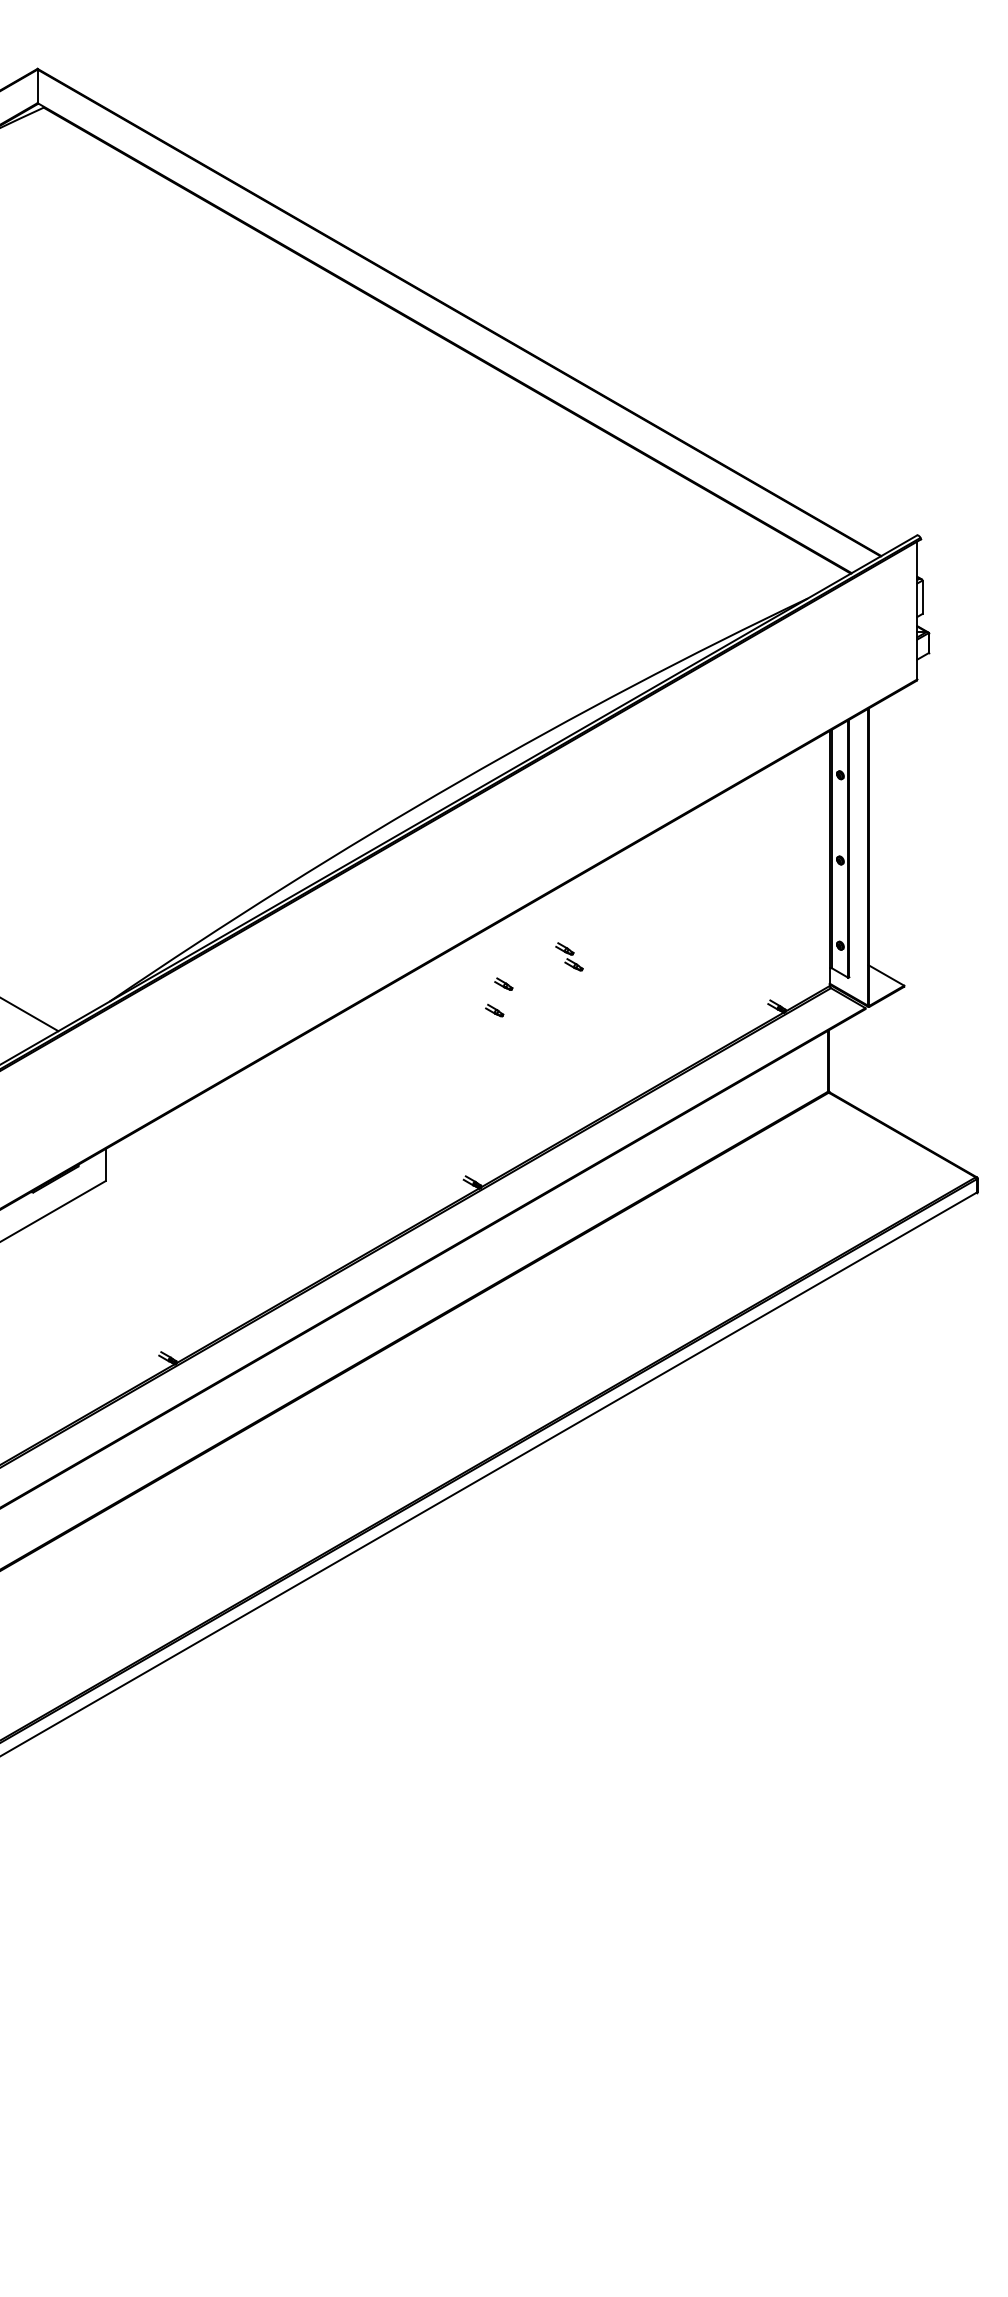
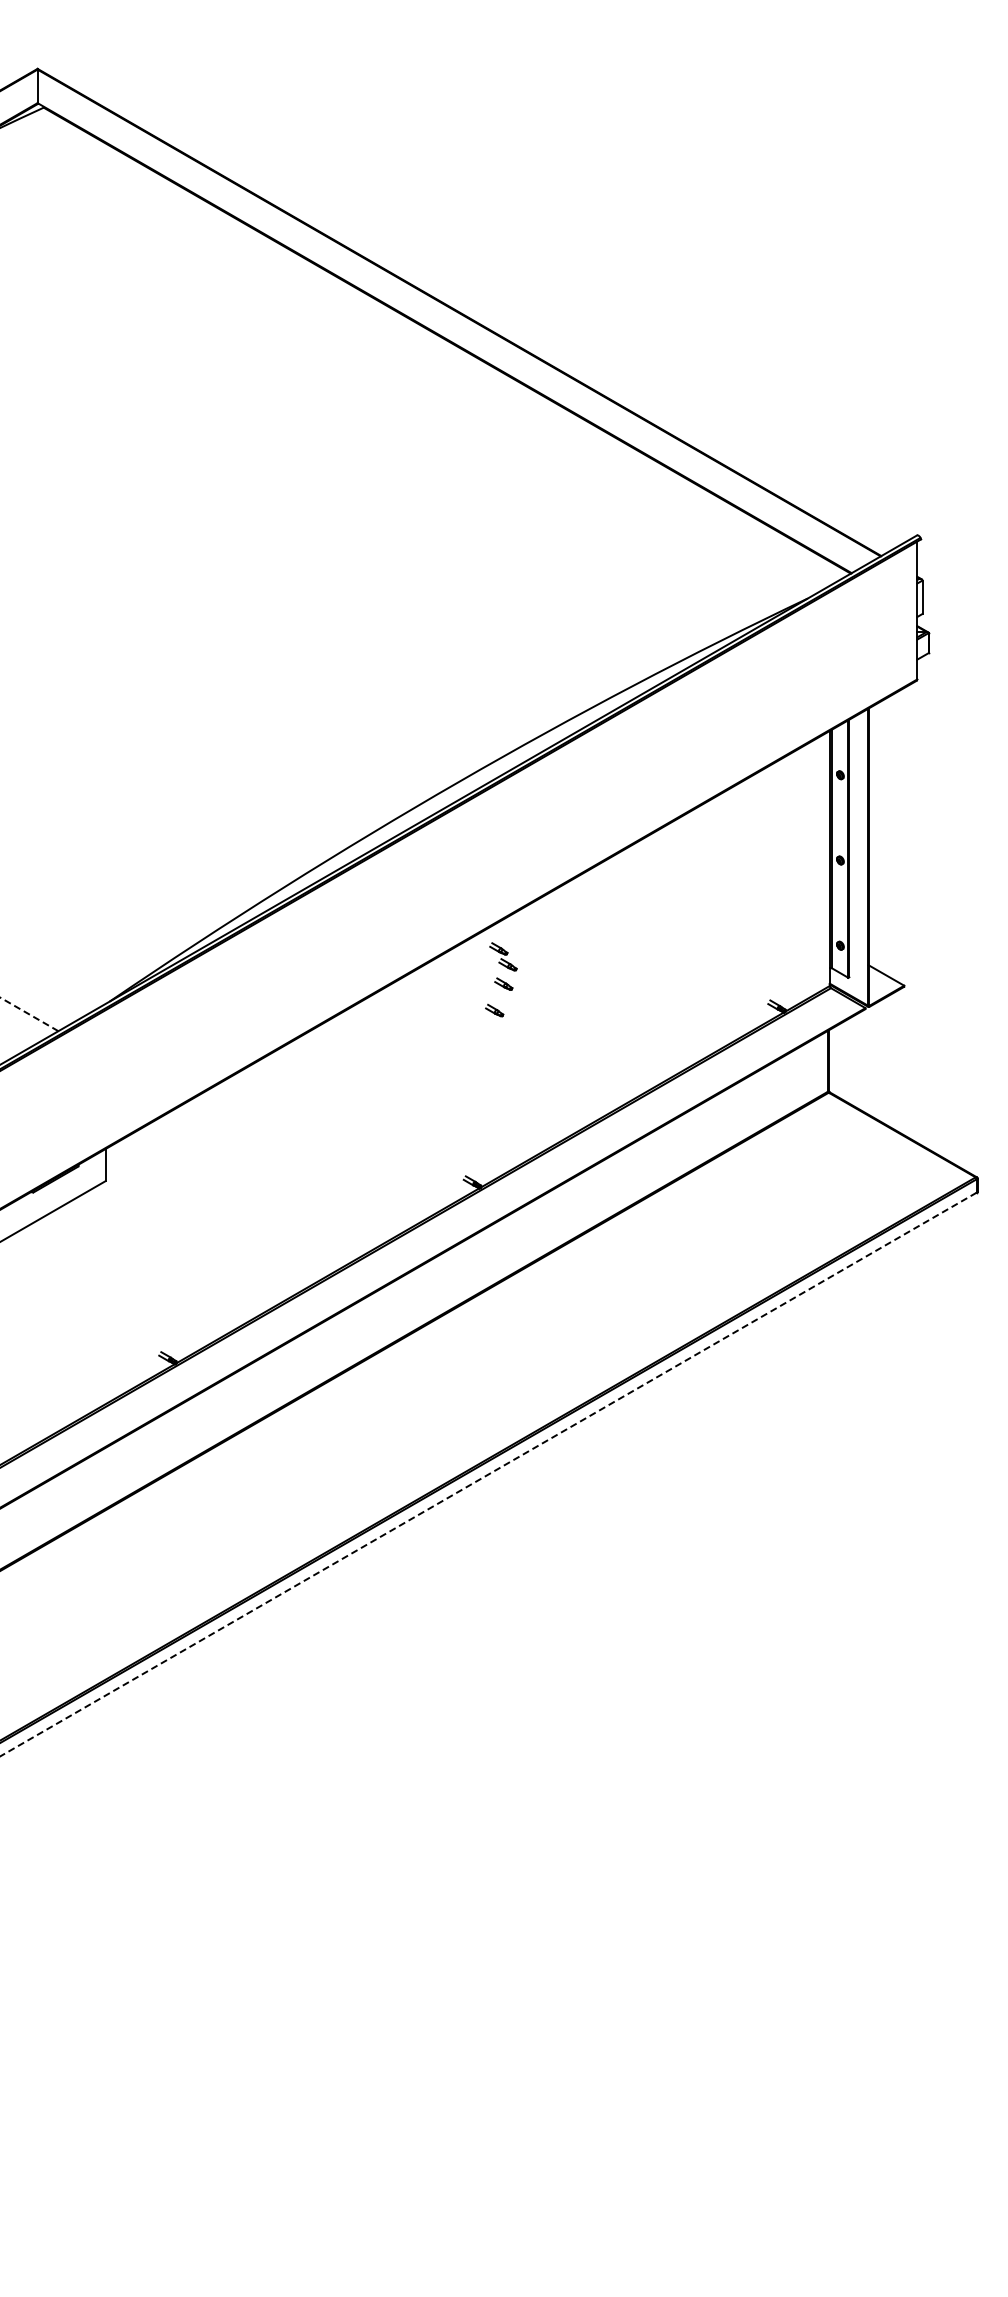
part at (569, 956) position: (569, 956) -> (503, 956)
line at (29, 1014): solid -> dashed
line at (488, 1474): solid -> dashed
